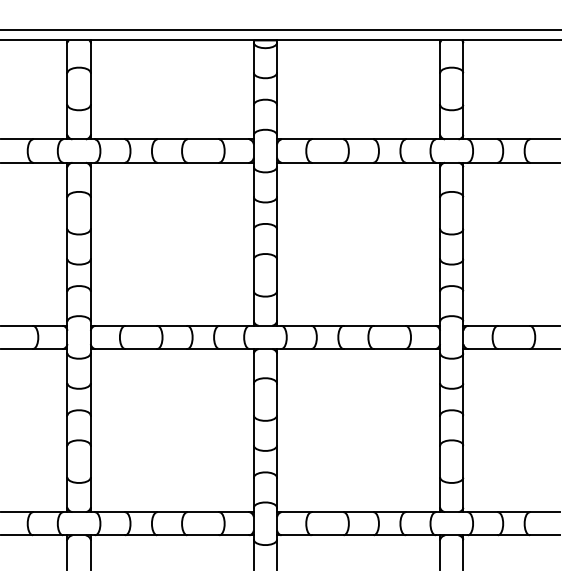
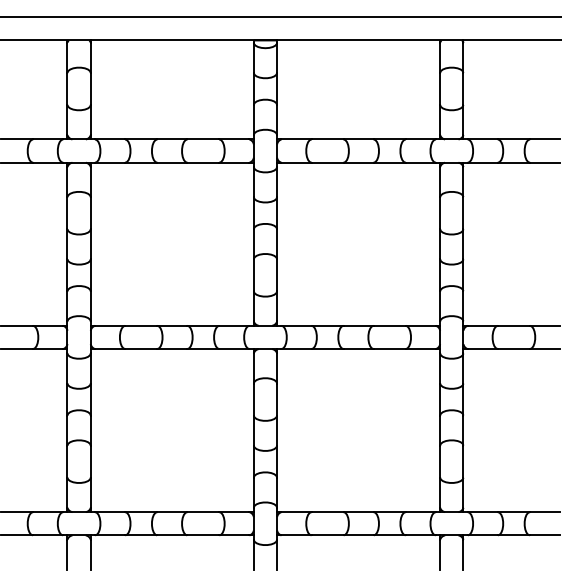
line at (280, 30) position: (280, 30) -> (280, 17)
